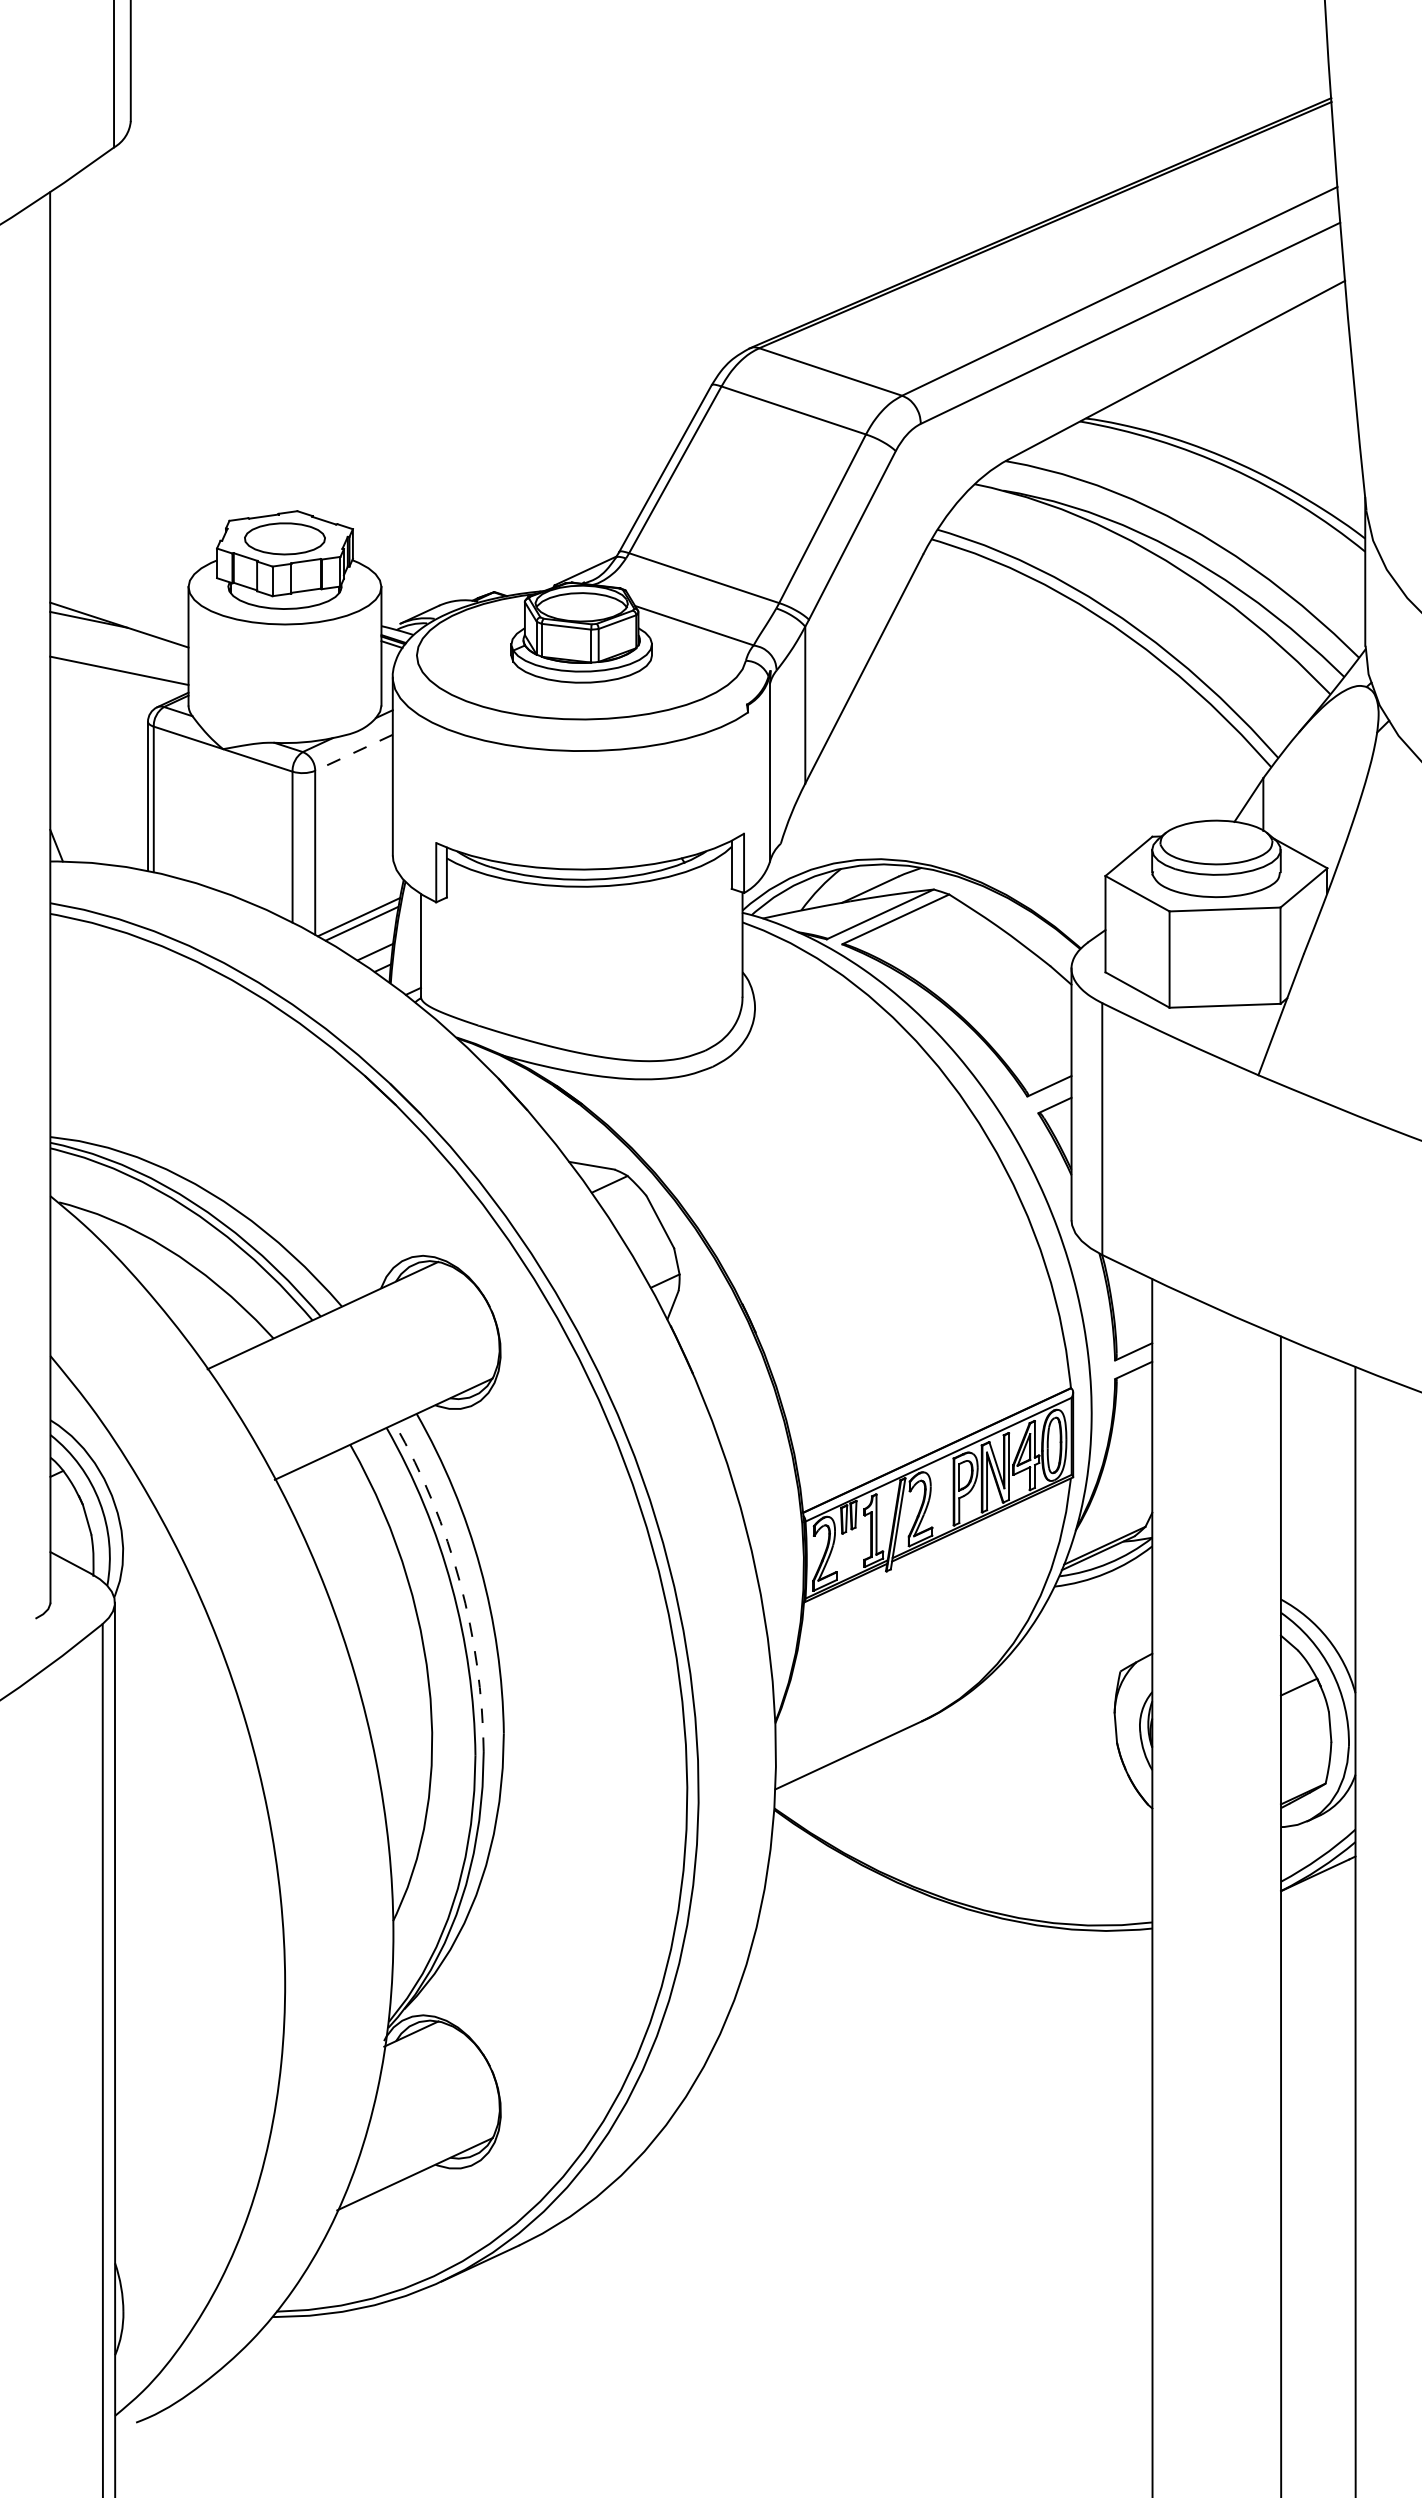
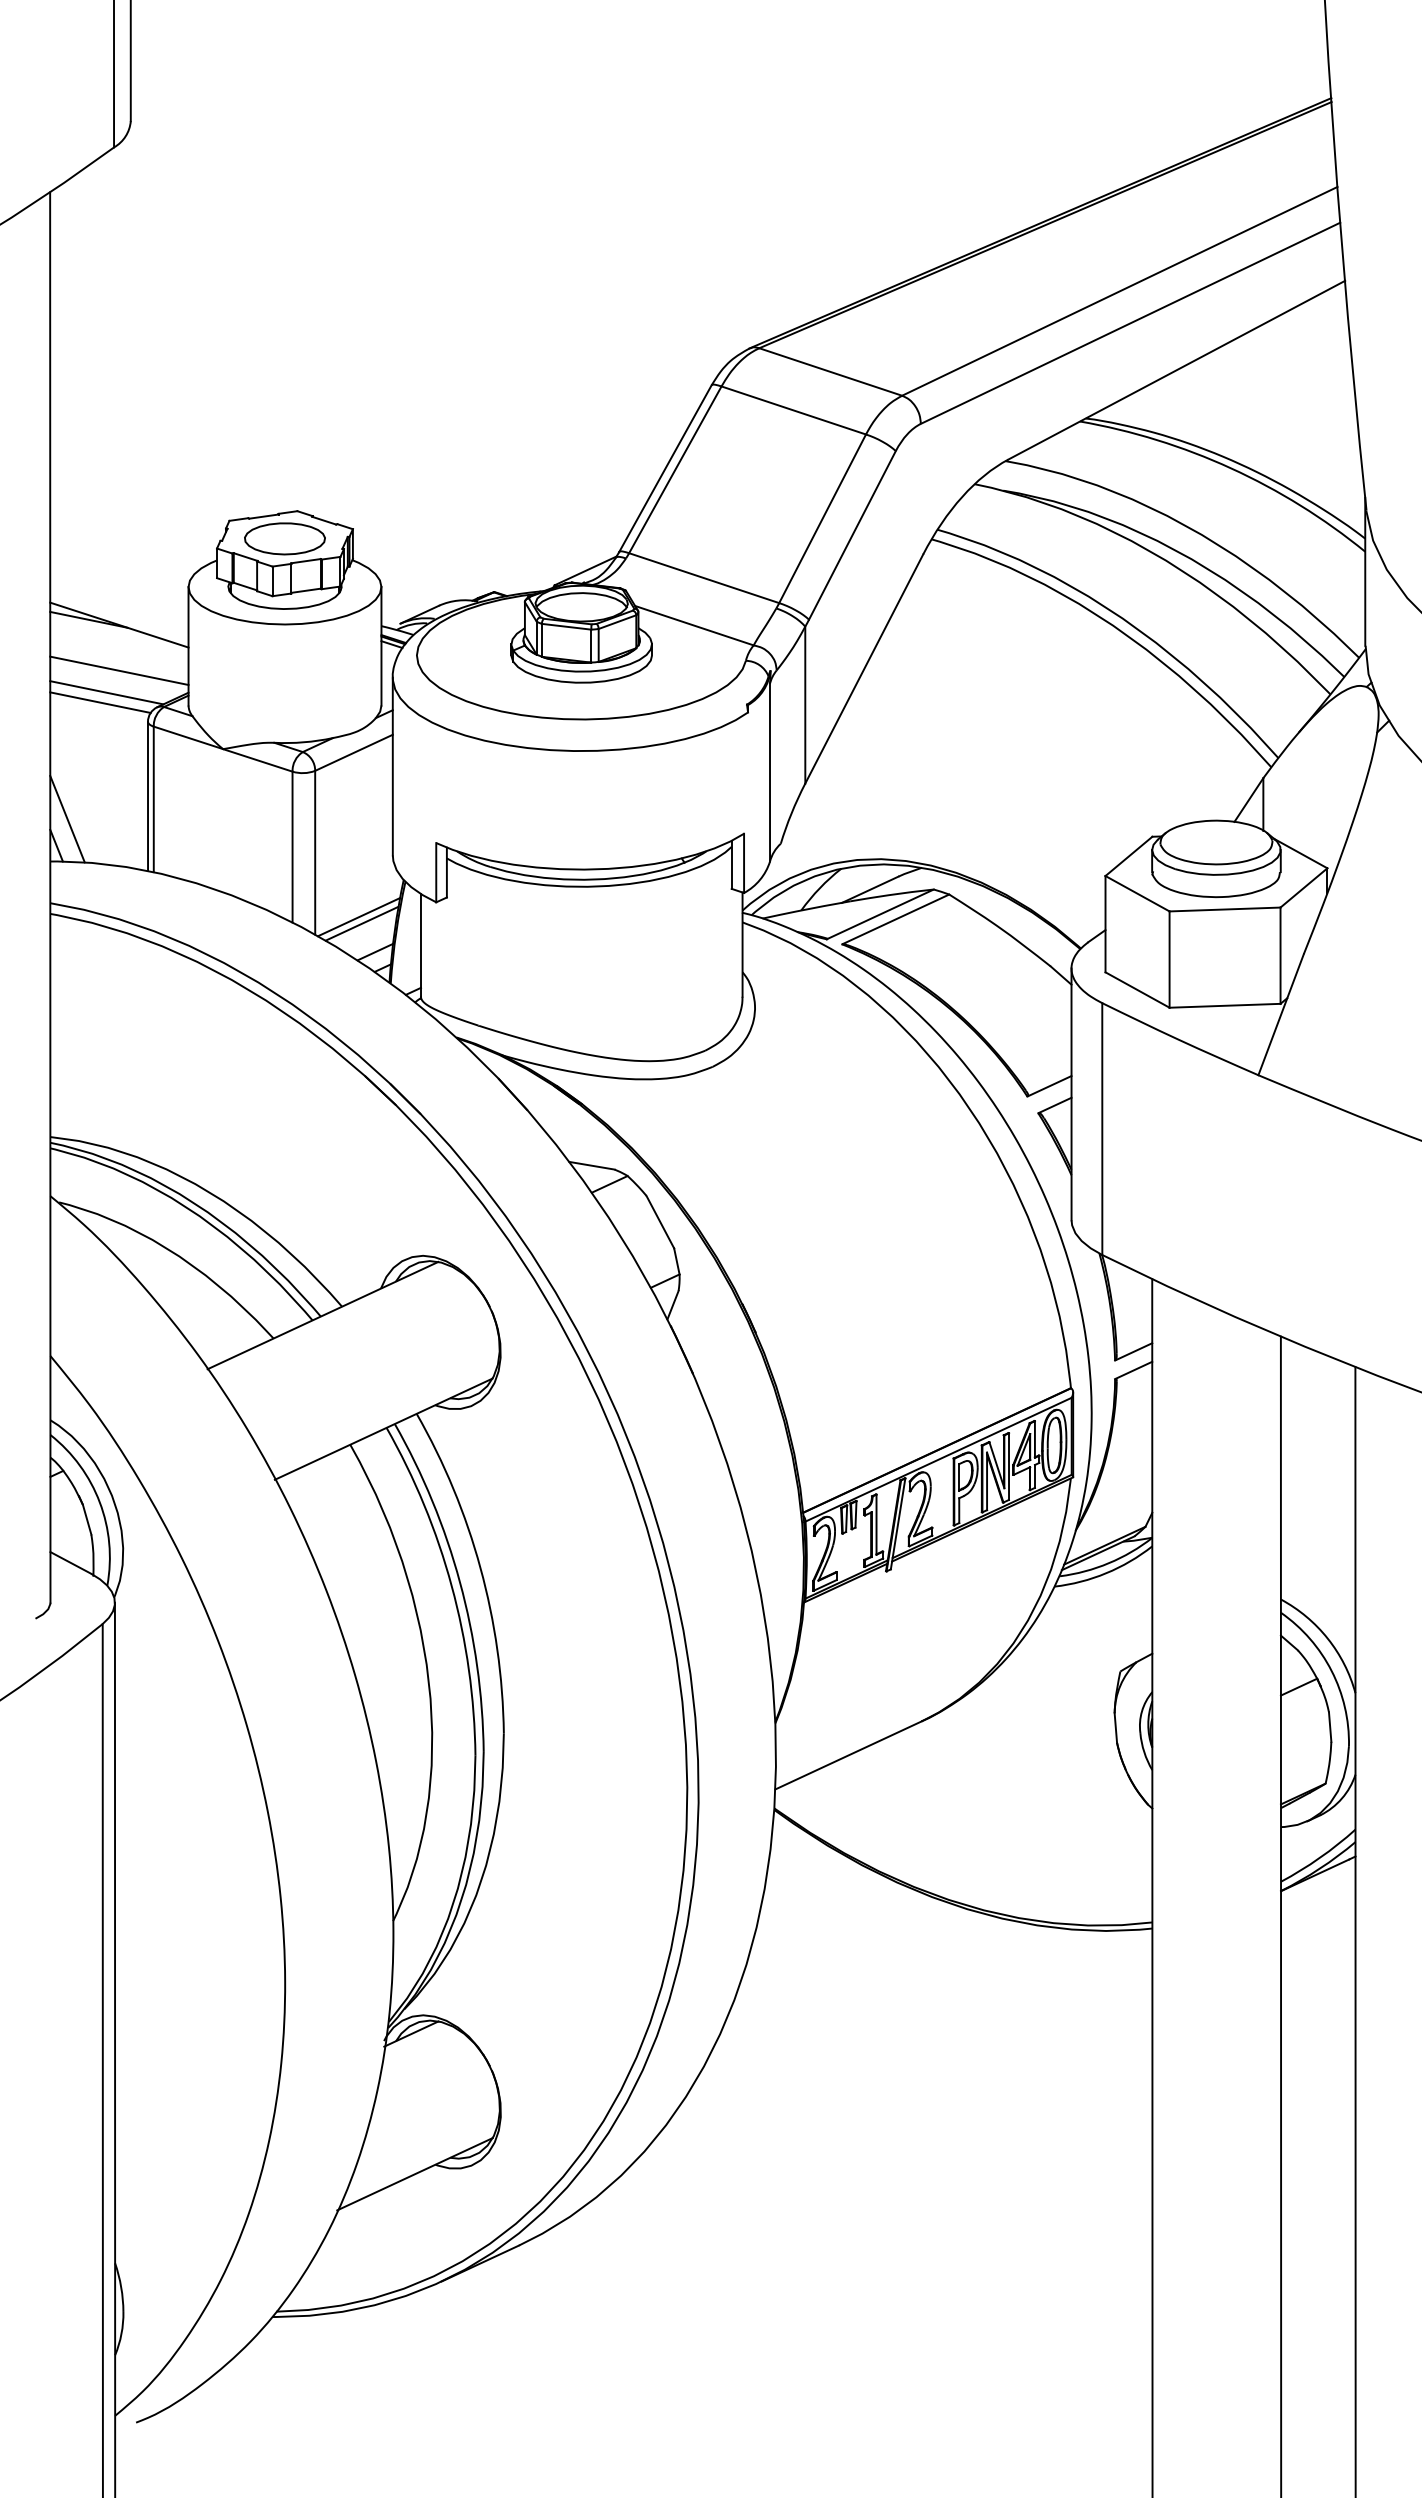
line at (106, 692): none -> present
line at (100, 702): none -> present
line at (353, 752): dashed -> solid
line at (67, 818): none -> present
arc at (460, 1582): dashed -> solid
